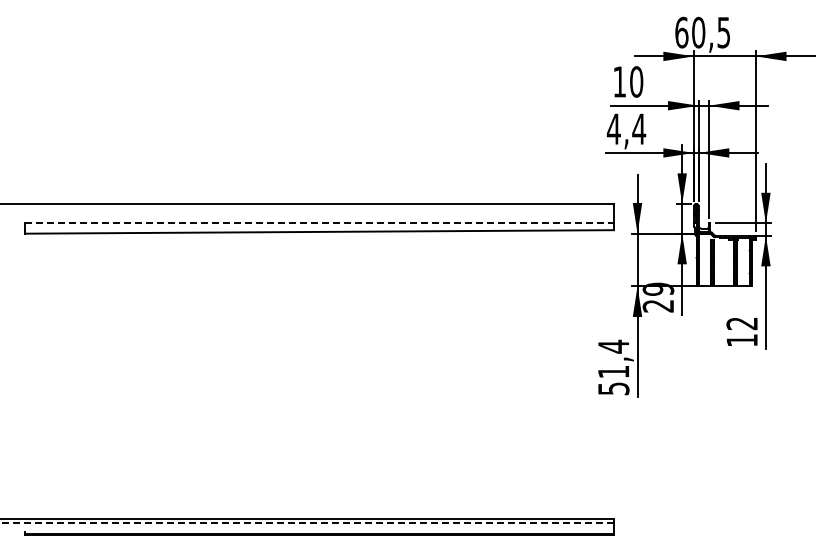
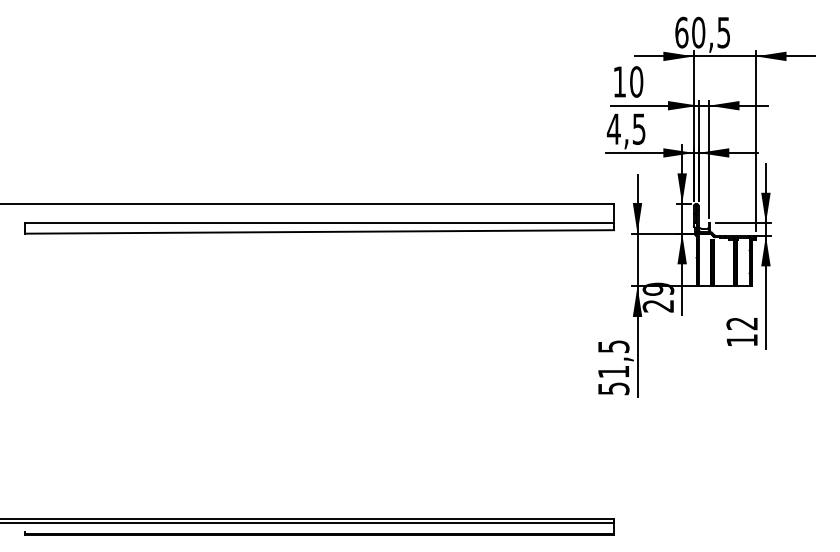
text at (639, 128): 4,4 -> 4,5
line at (320, 223): dashed -> solid
text at (613, 346): 51,4 -> 51,5
line at (307, 523): dashed -> solid
